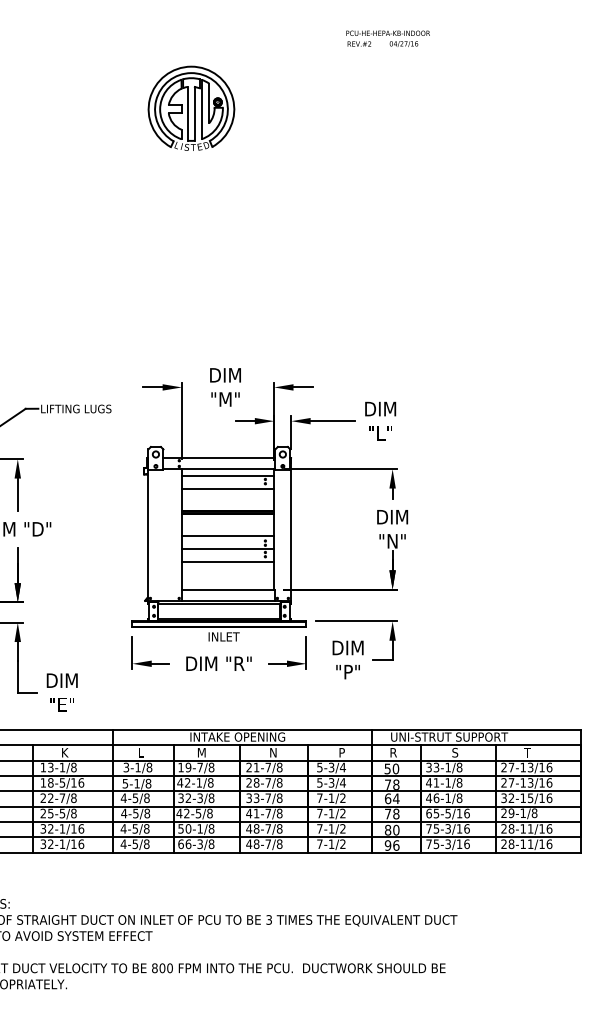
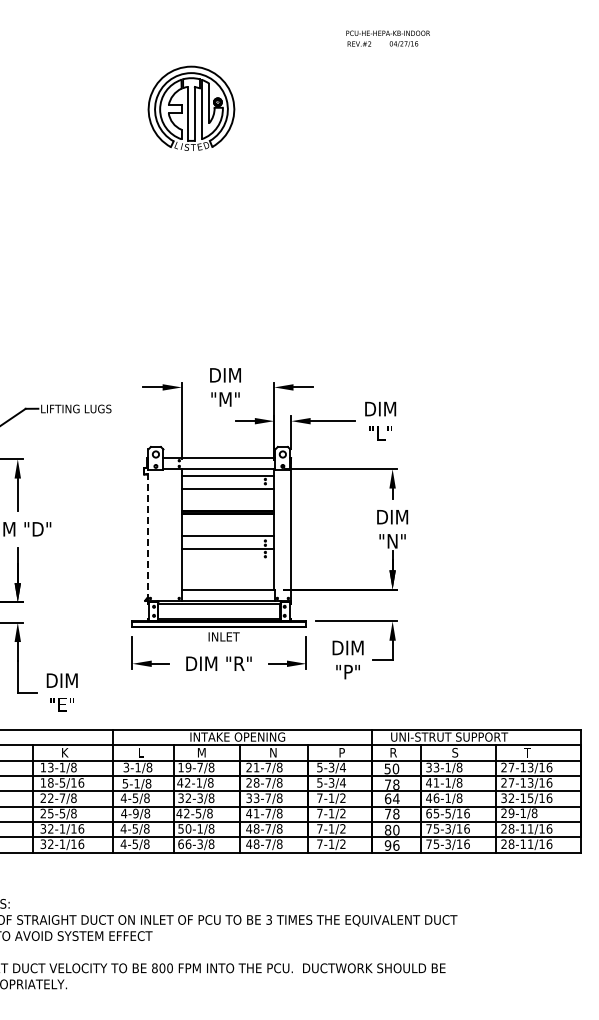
line at (147, 534): solid -> dashed
line at (227, 561): present -> none
text at (135, 813): 4-5/8 -> 4-9/8
